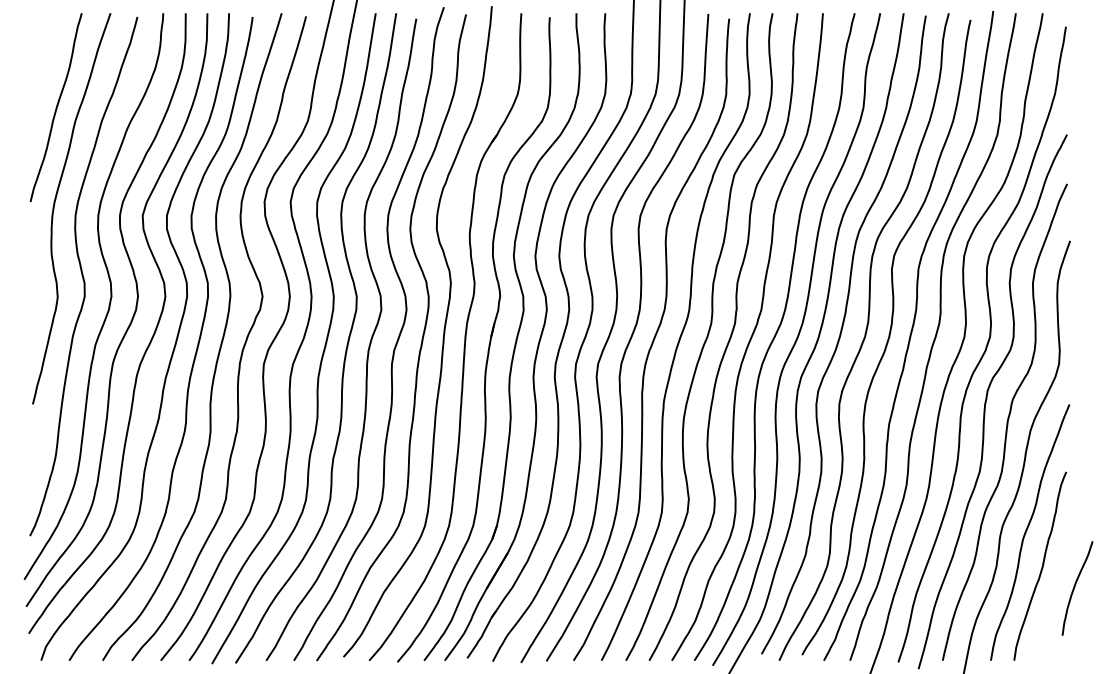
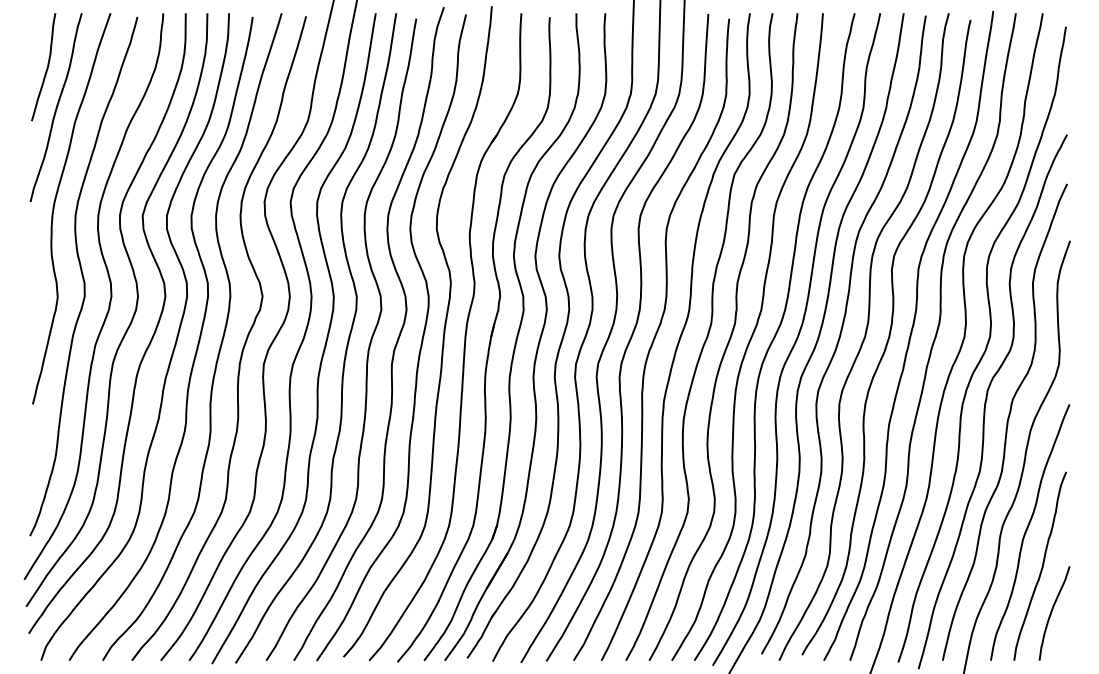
curve at (46, 67): none -> present
curve at (1075, 587) position: (1075, 587) -> (1052, 612)
